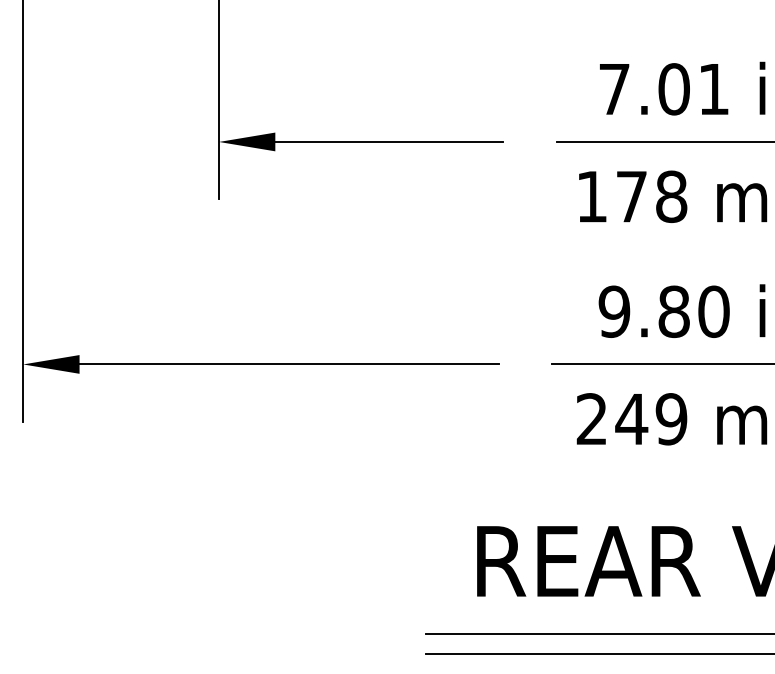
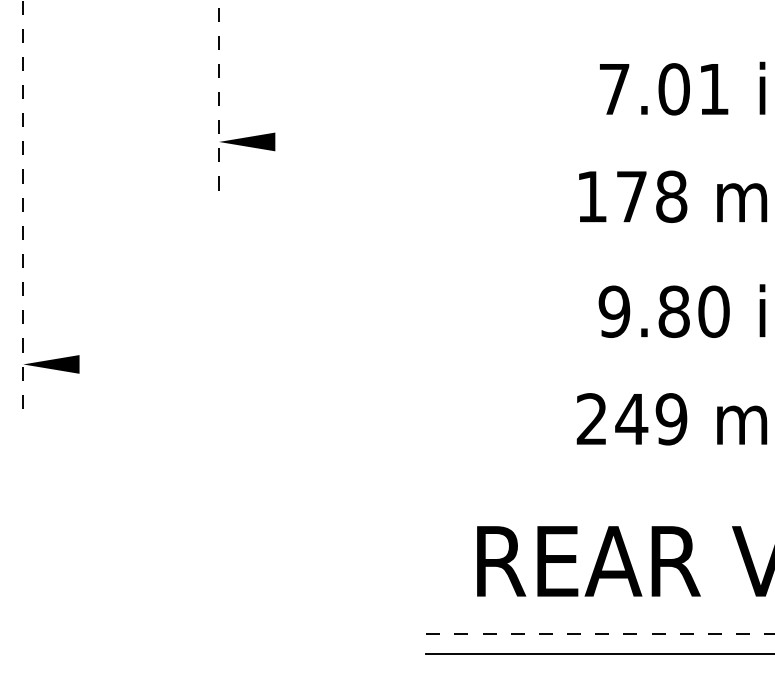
line at (219, 100): solid -> dashed
line at (388, 141): present -> none
line at (664, 141): present -> none
line at (23, 211): solid -> dashed
line at (286, 364): present -> none
line at (661, 364): present -> none
line at (601, 633): solid -> dashed
